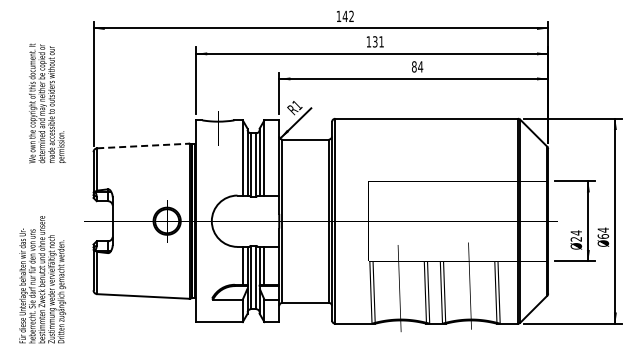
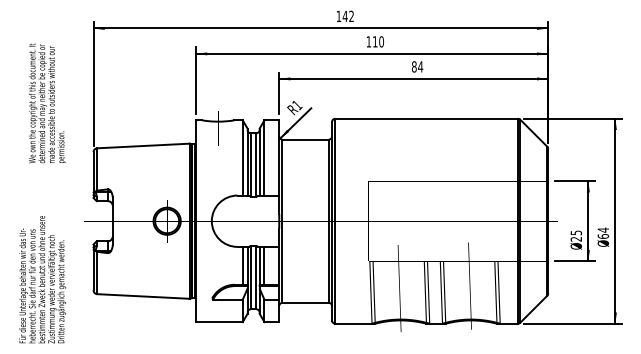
text at (377, 41): 131 -> 110
line at (143, 145): dashed -> solid
text at (576, 232): 24 -> 25
